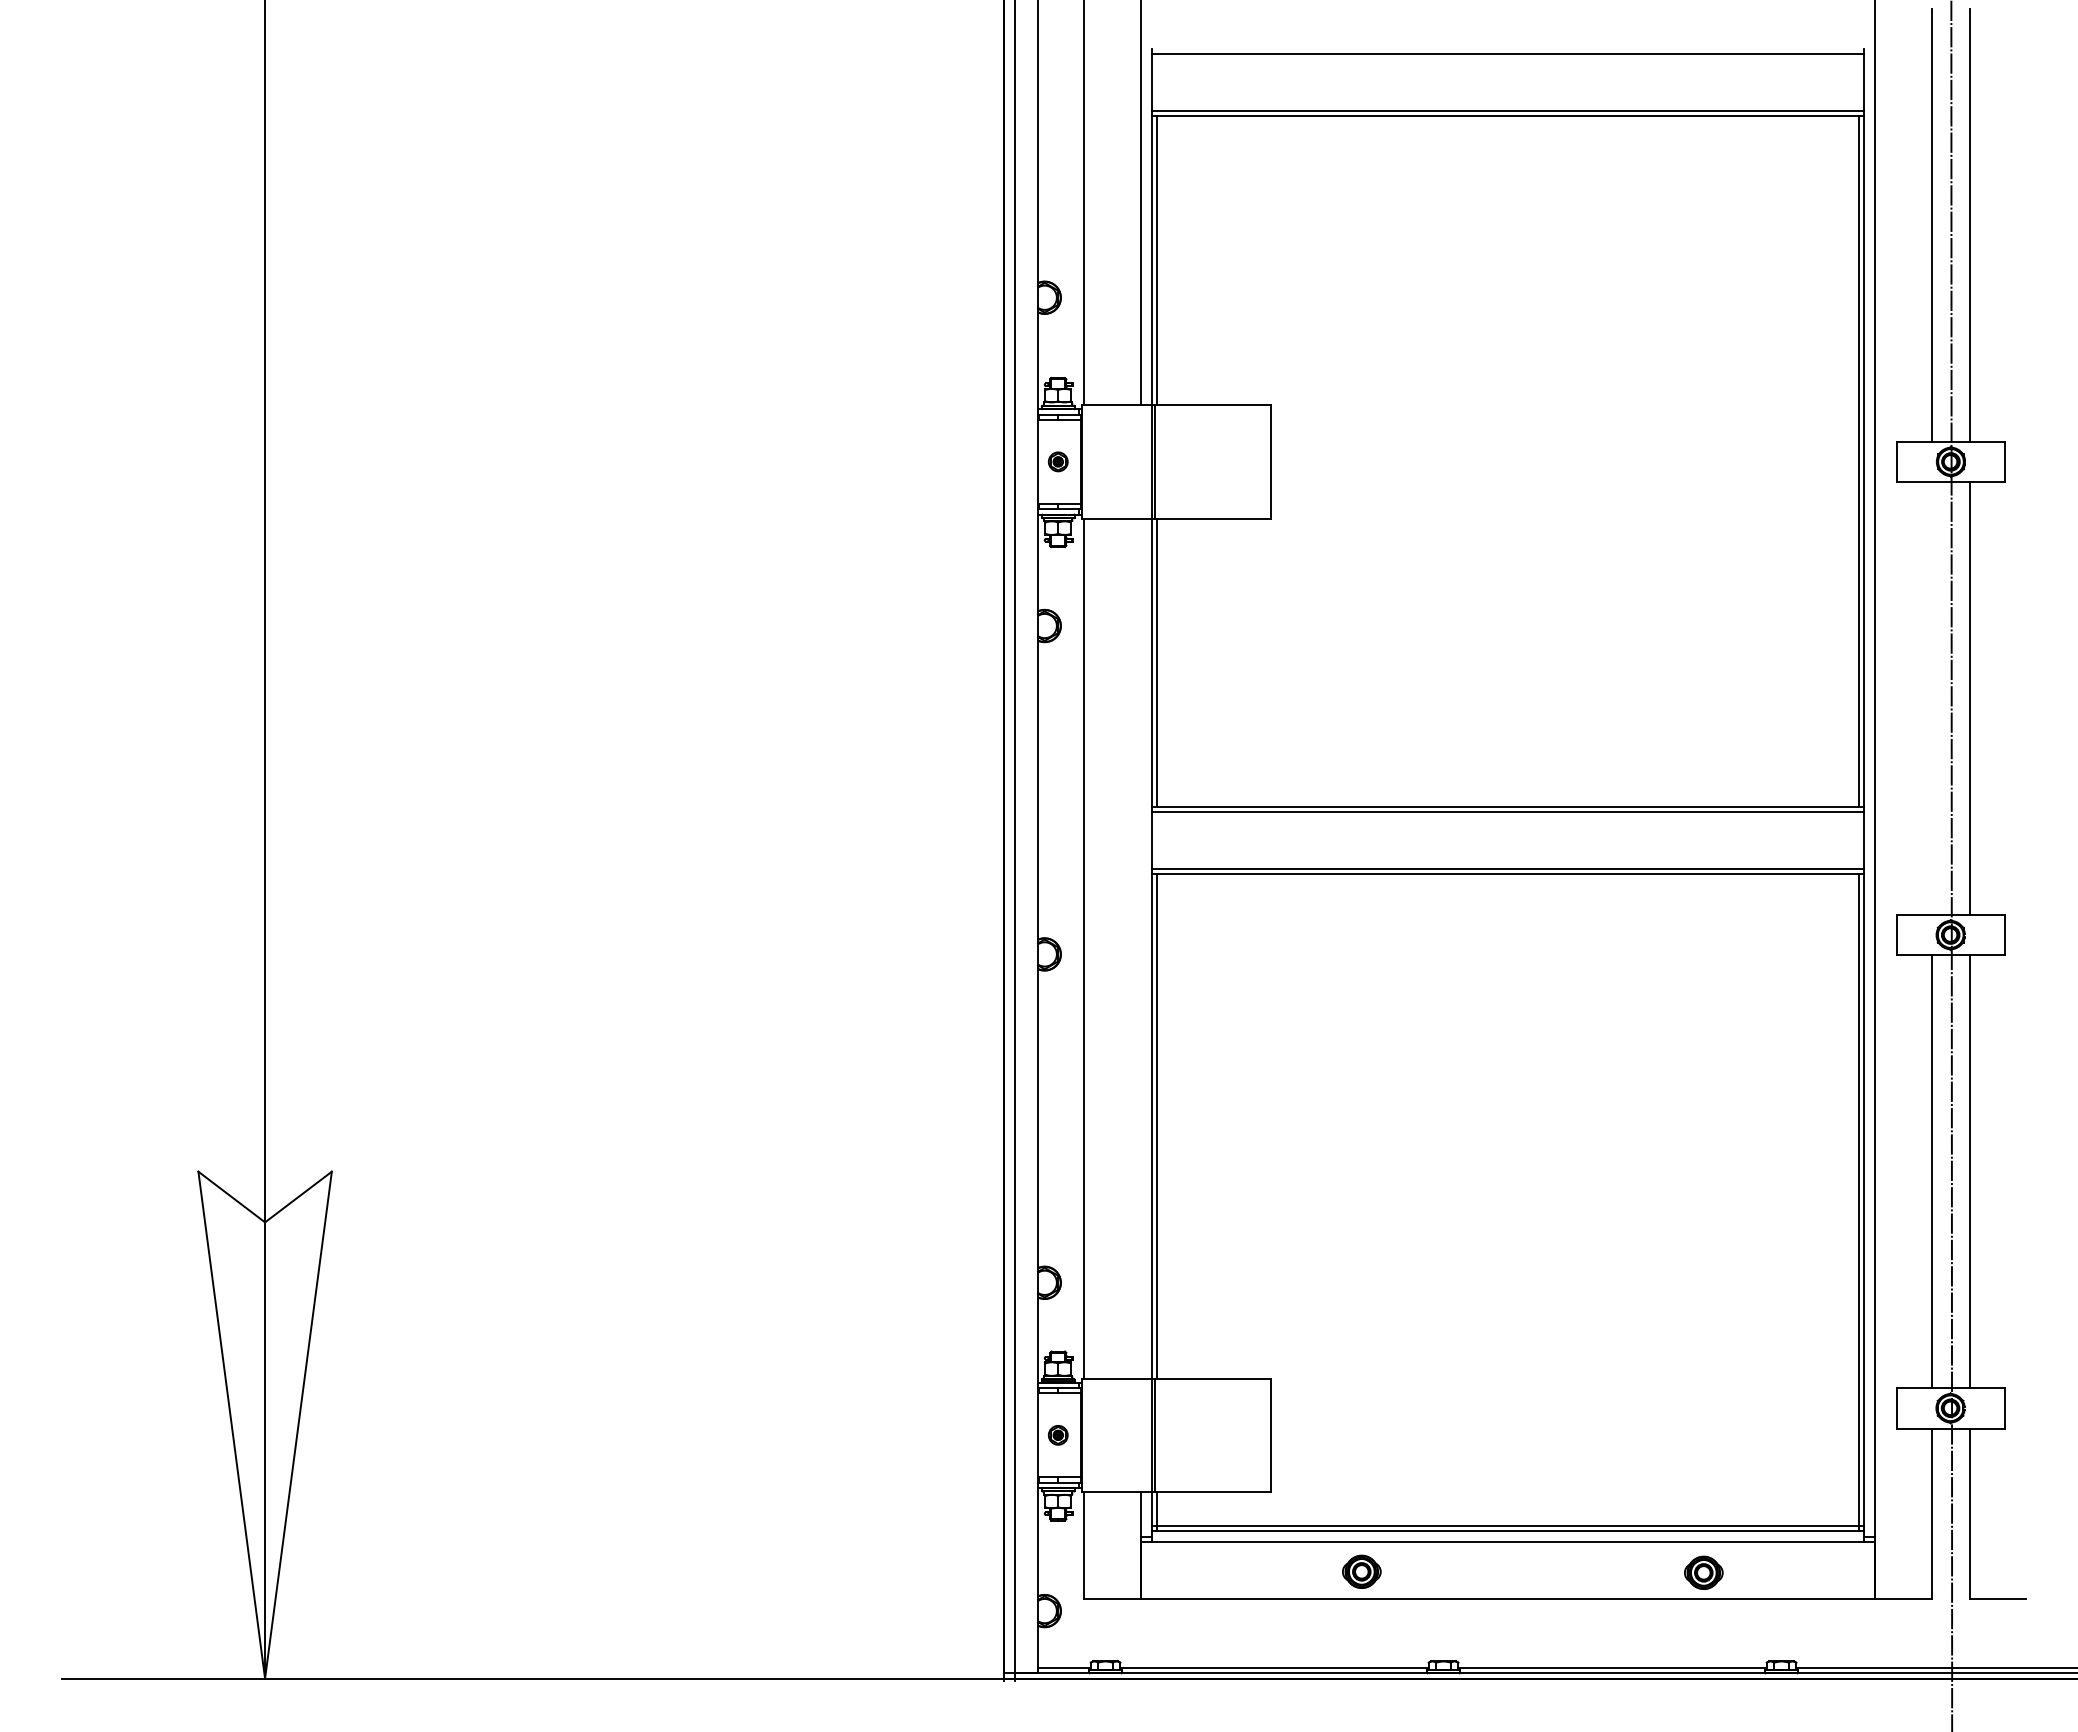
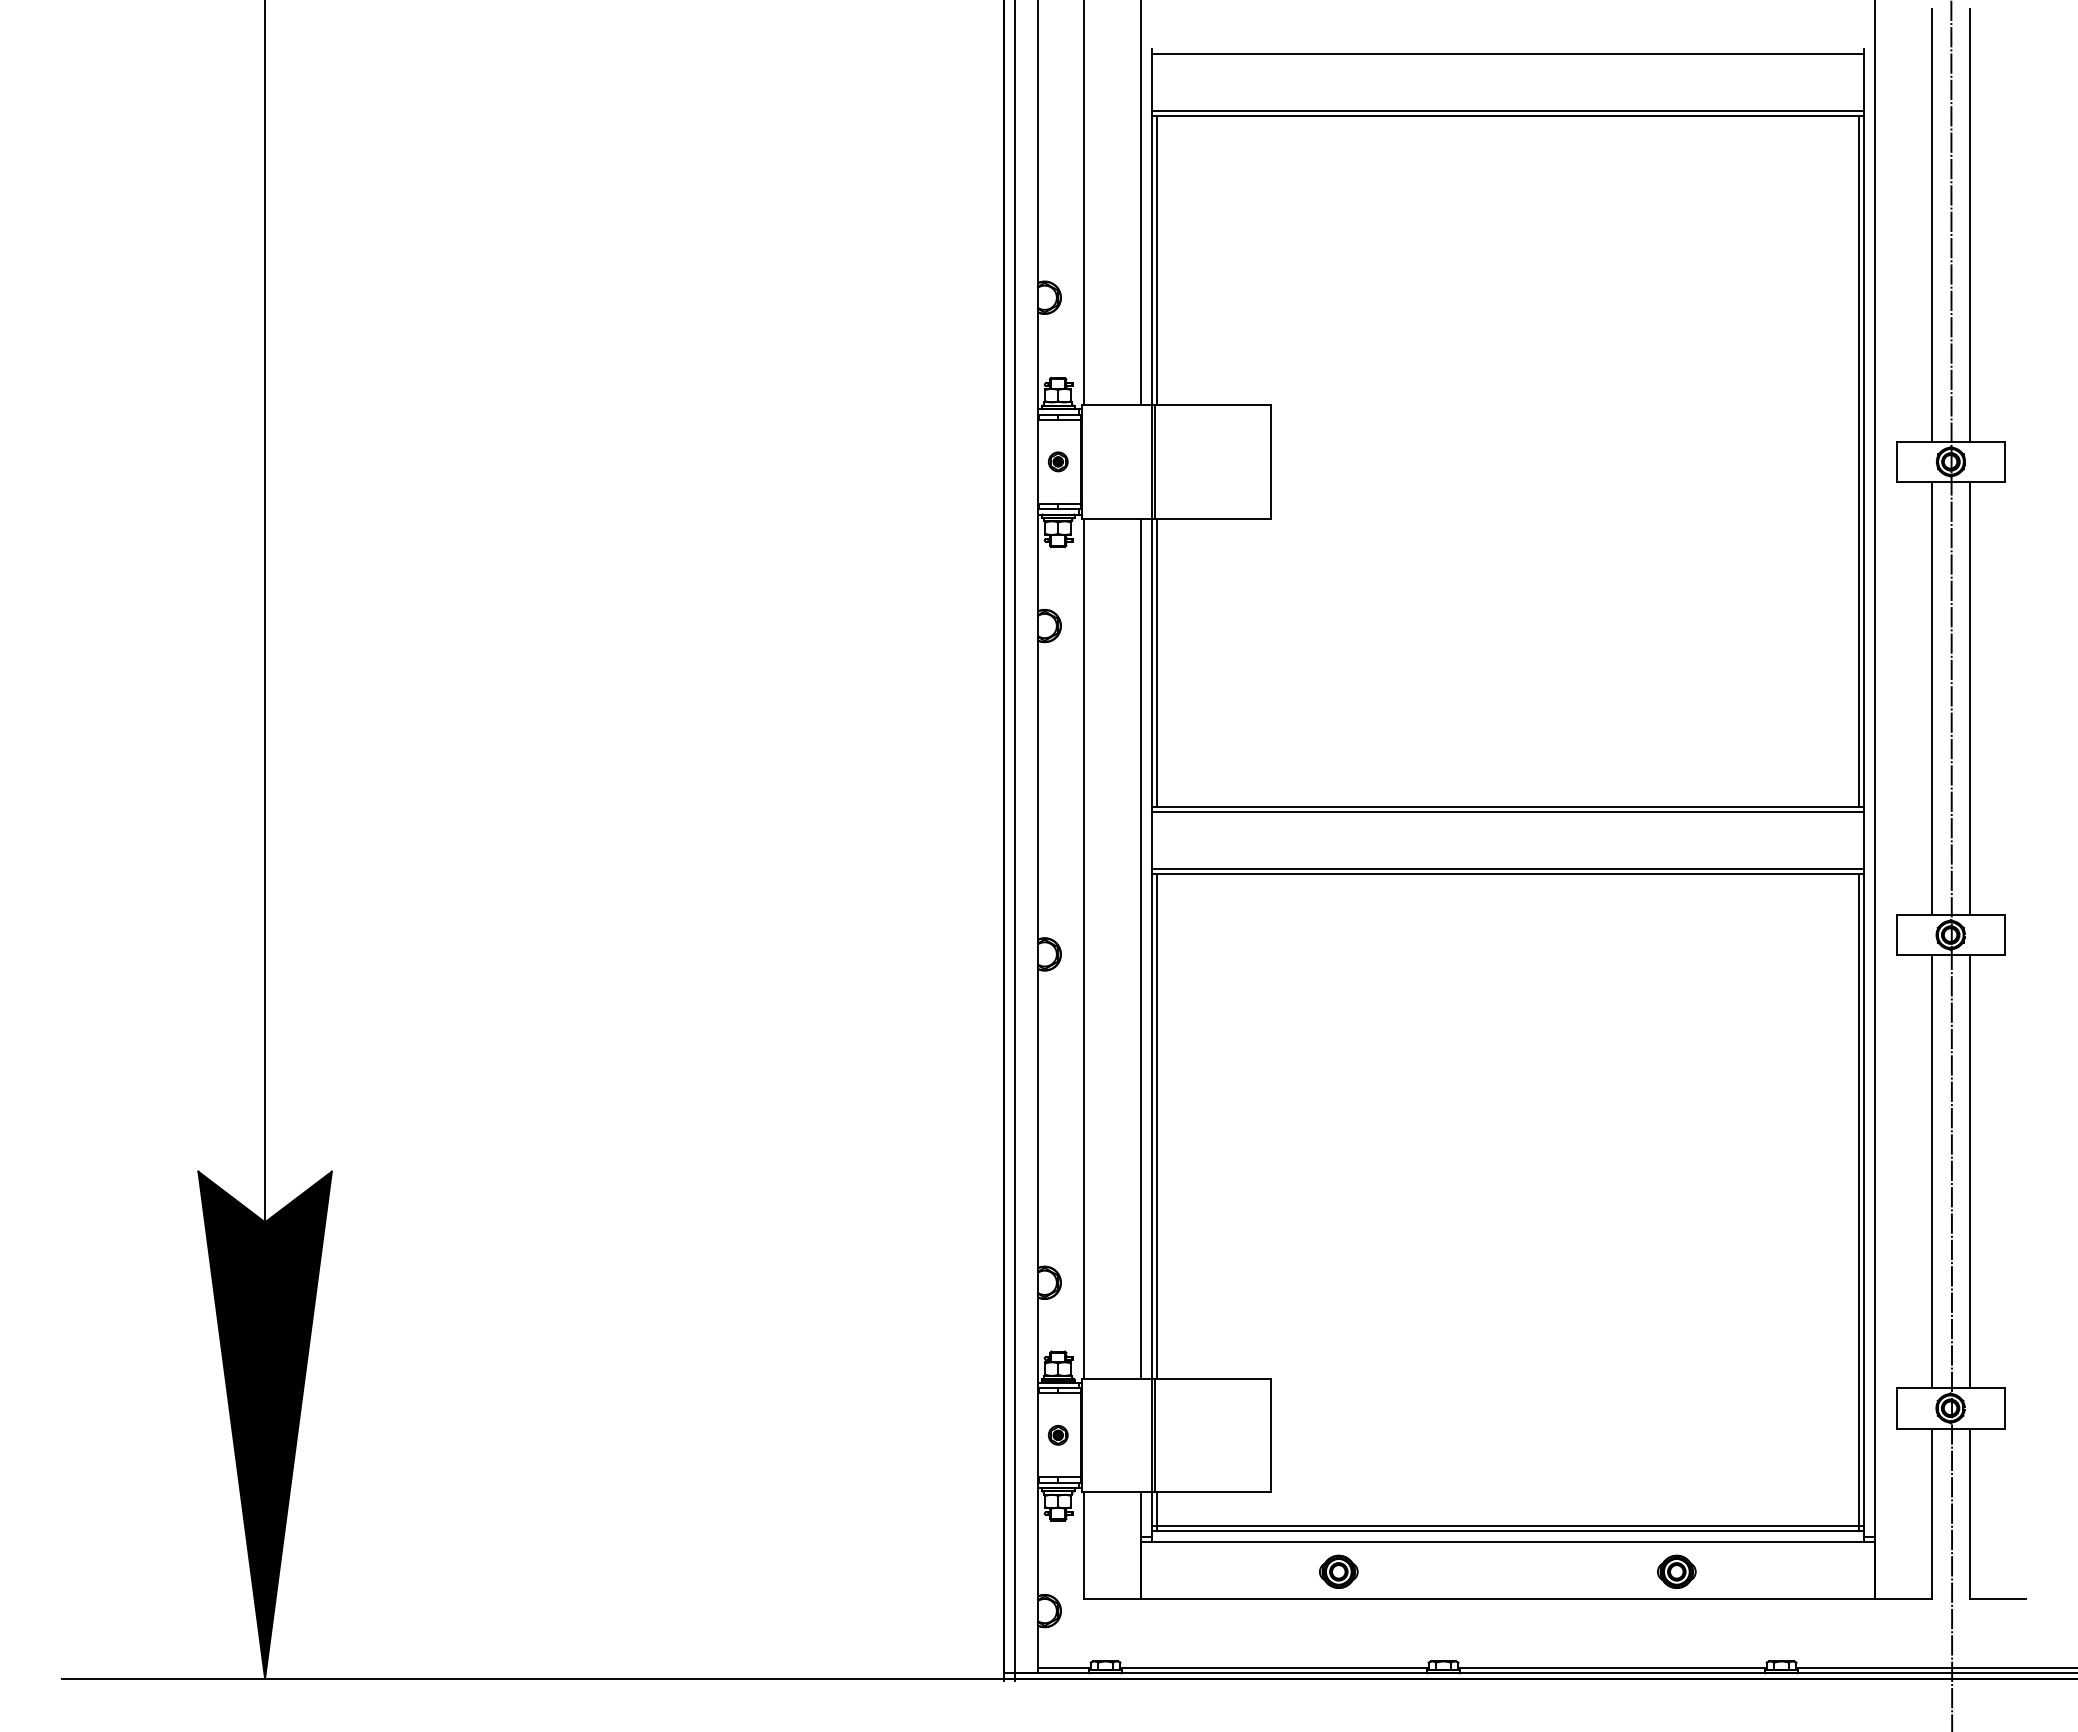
line at (1931, 698): none -> present
line at (1140, 948): none -> present
fill at (264, 1424): none -> present
part at (1361, 1571) position: (1361, 1571) -> (1338, 1571)
part at (1703, 1572) position: (1703, 1572) -> (1676, 1571)
